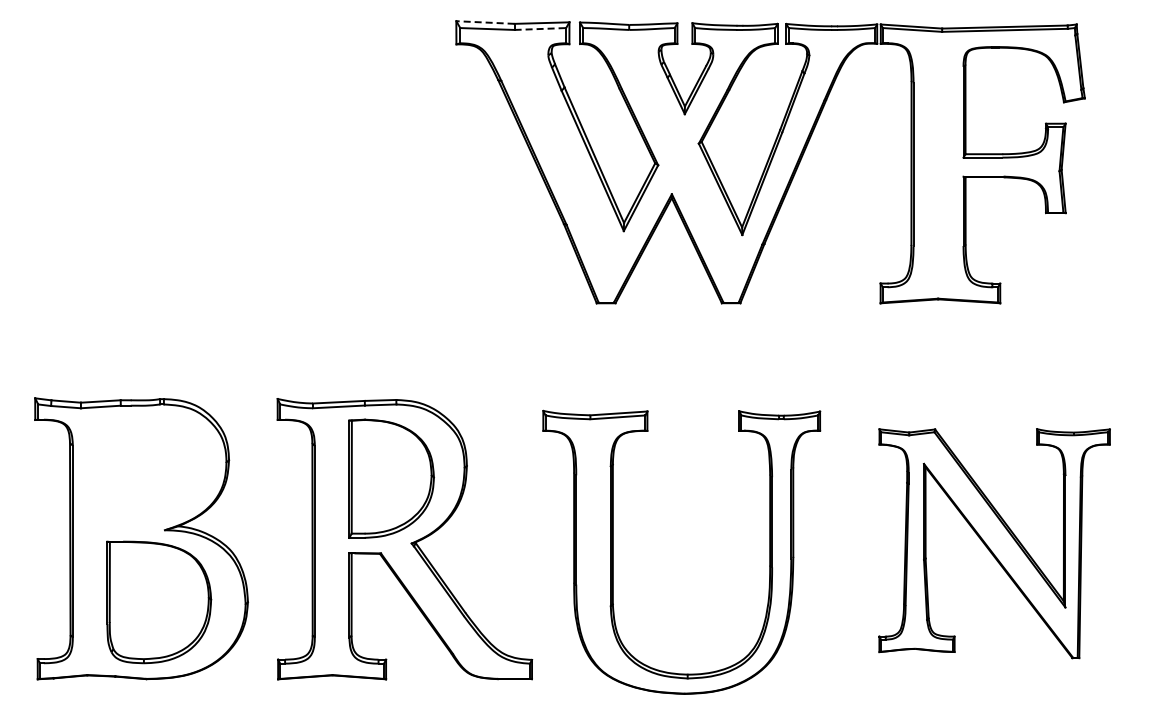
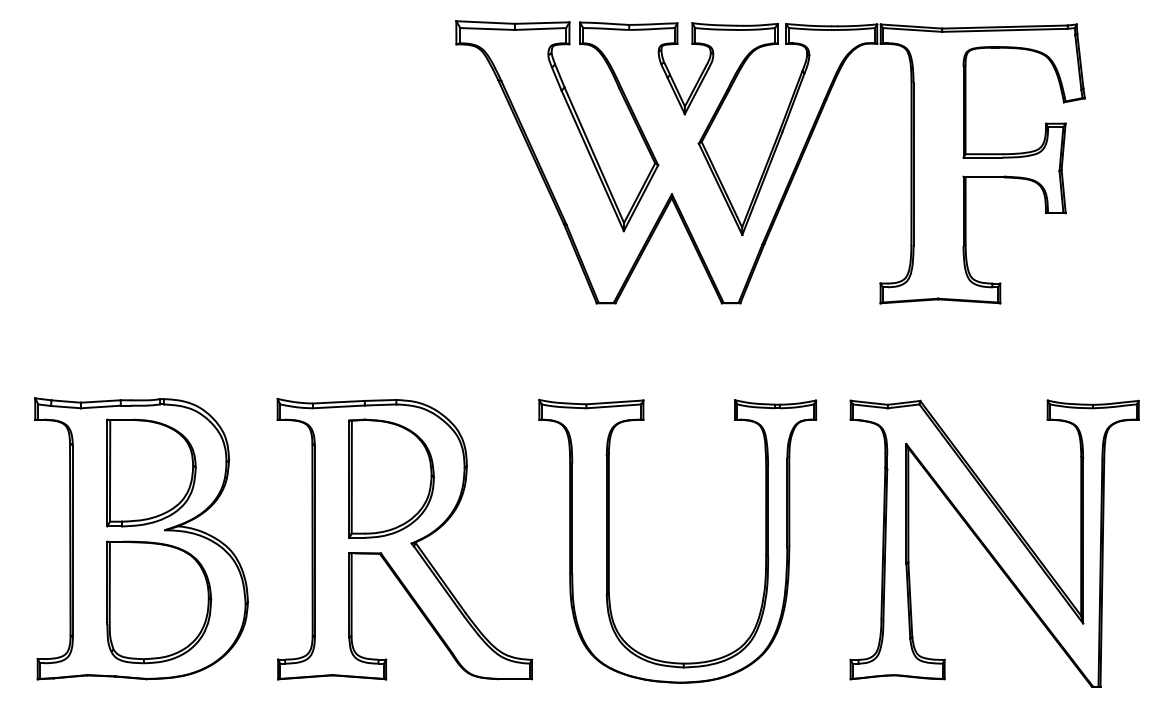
line at (484, 22): dashed -> solid
line at (540, 29): dashed -> solid
part at (151, 472): none -> present
part at (994, 543) size: 233x232 px -> 291x289 px
part at (613, 551) position: (613, 551) -> (609, 540)
